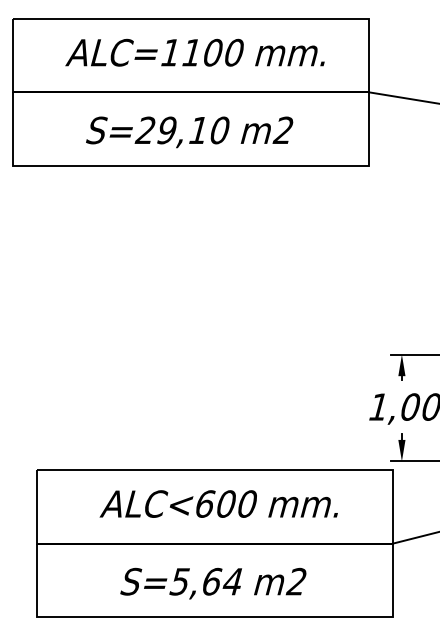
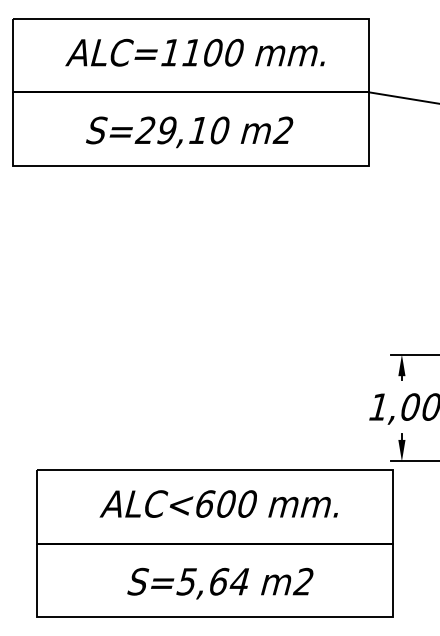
line at (414, 537): present -> none
text at (213, 583) position: (213, 583) -> (220, 583)
